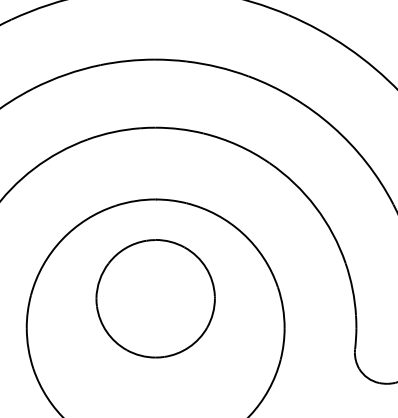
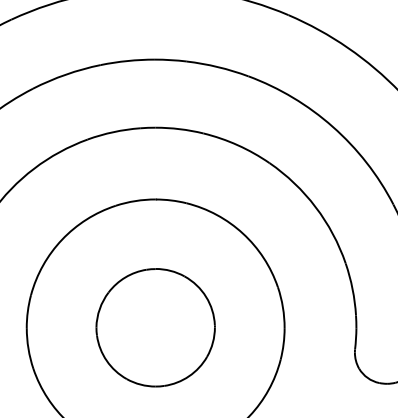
part at (155, 298) position: (155, 298) -> (155, 327)
